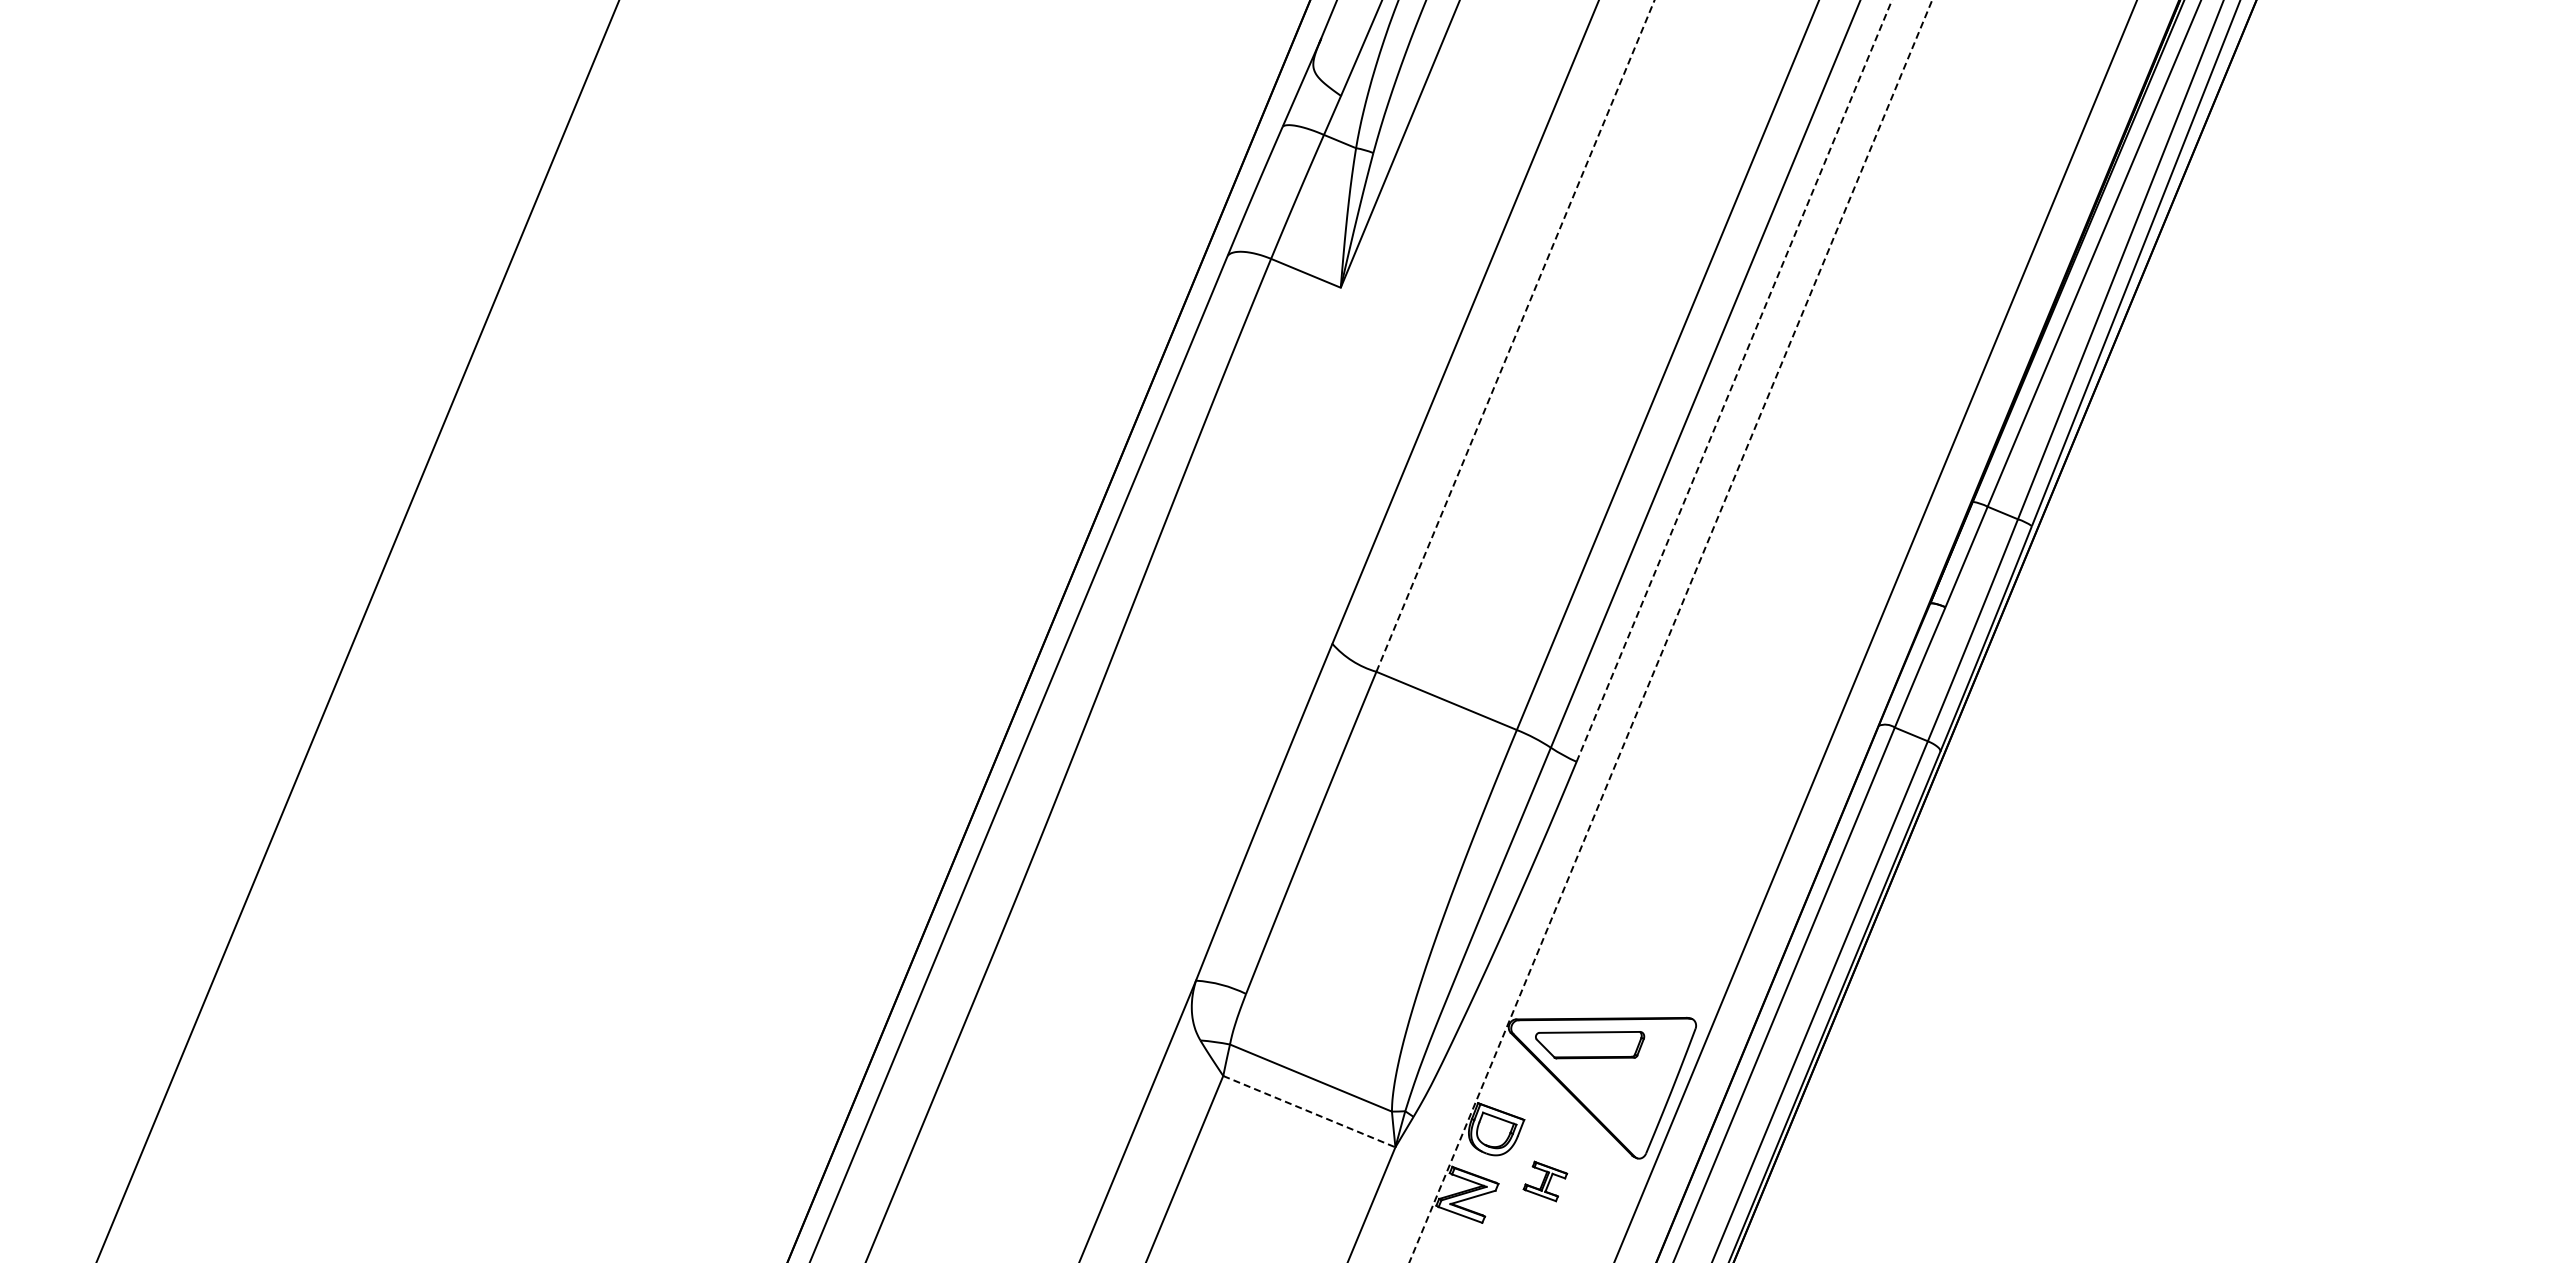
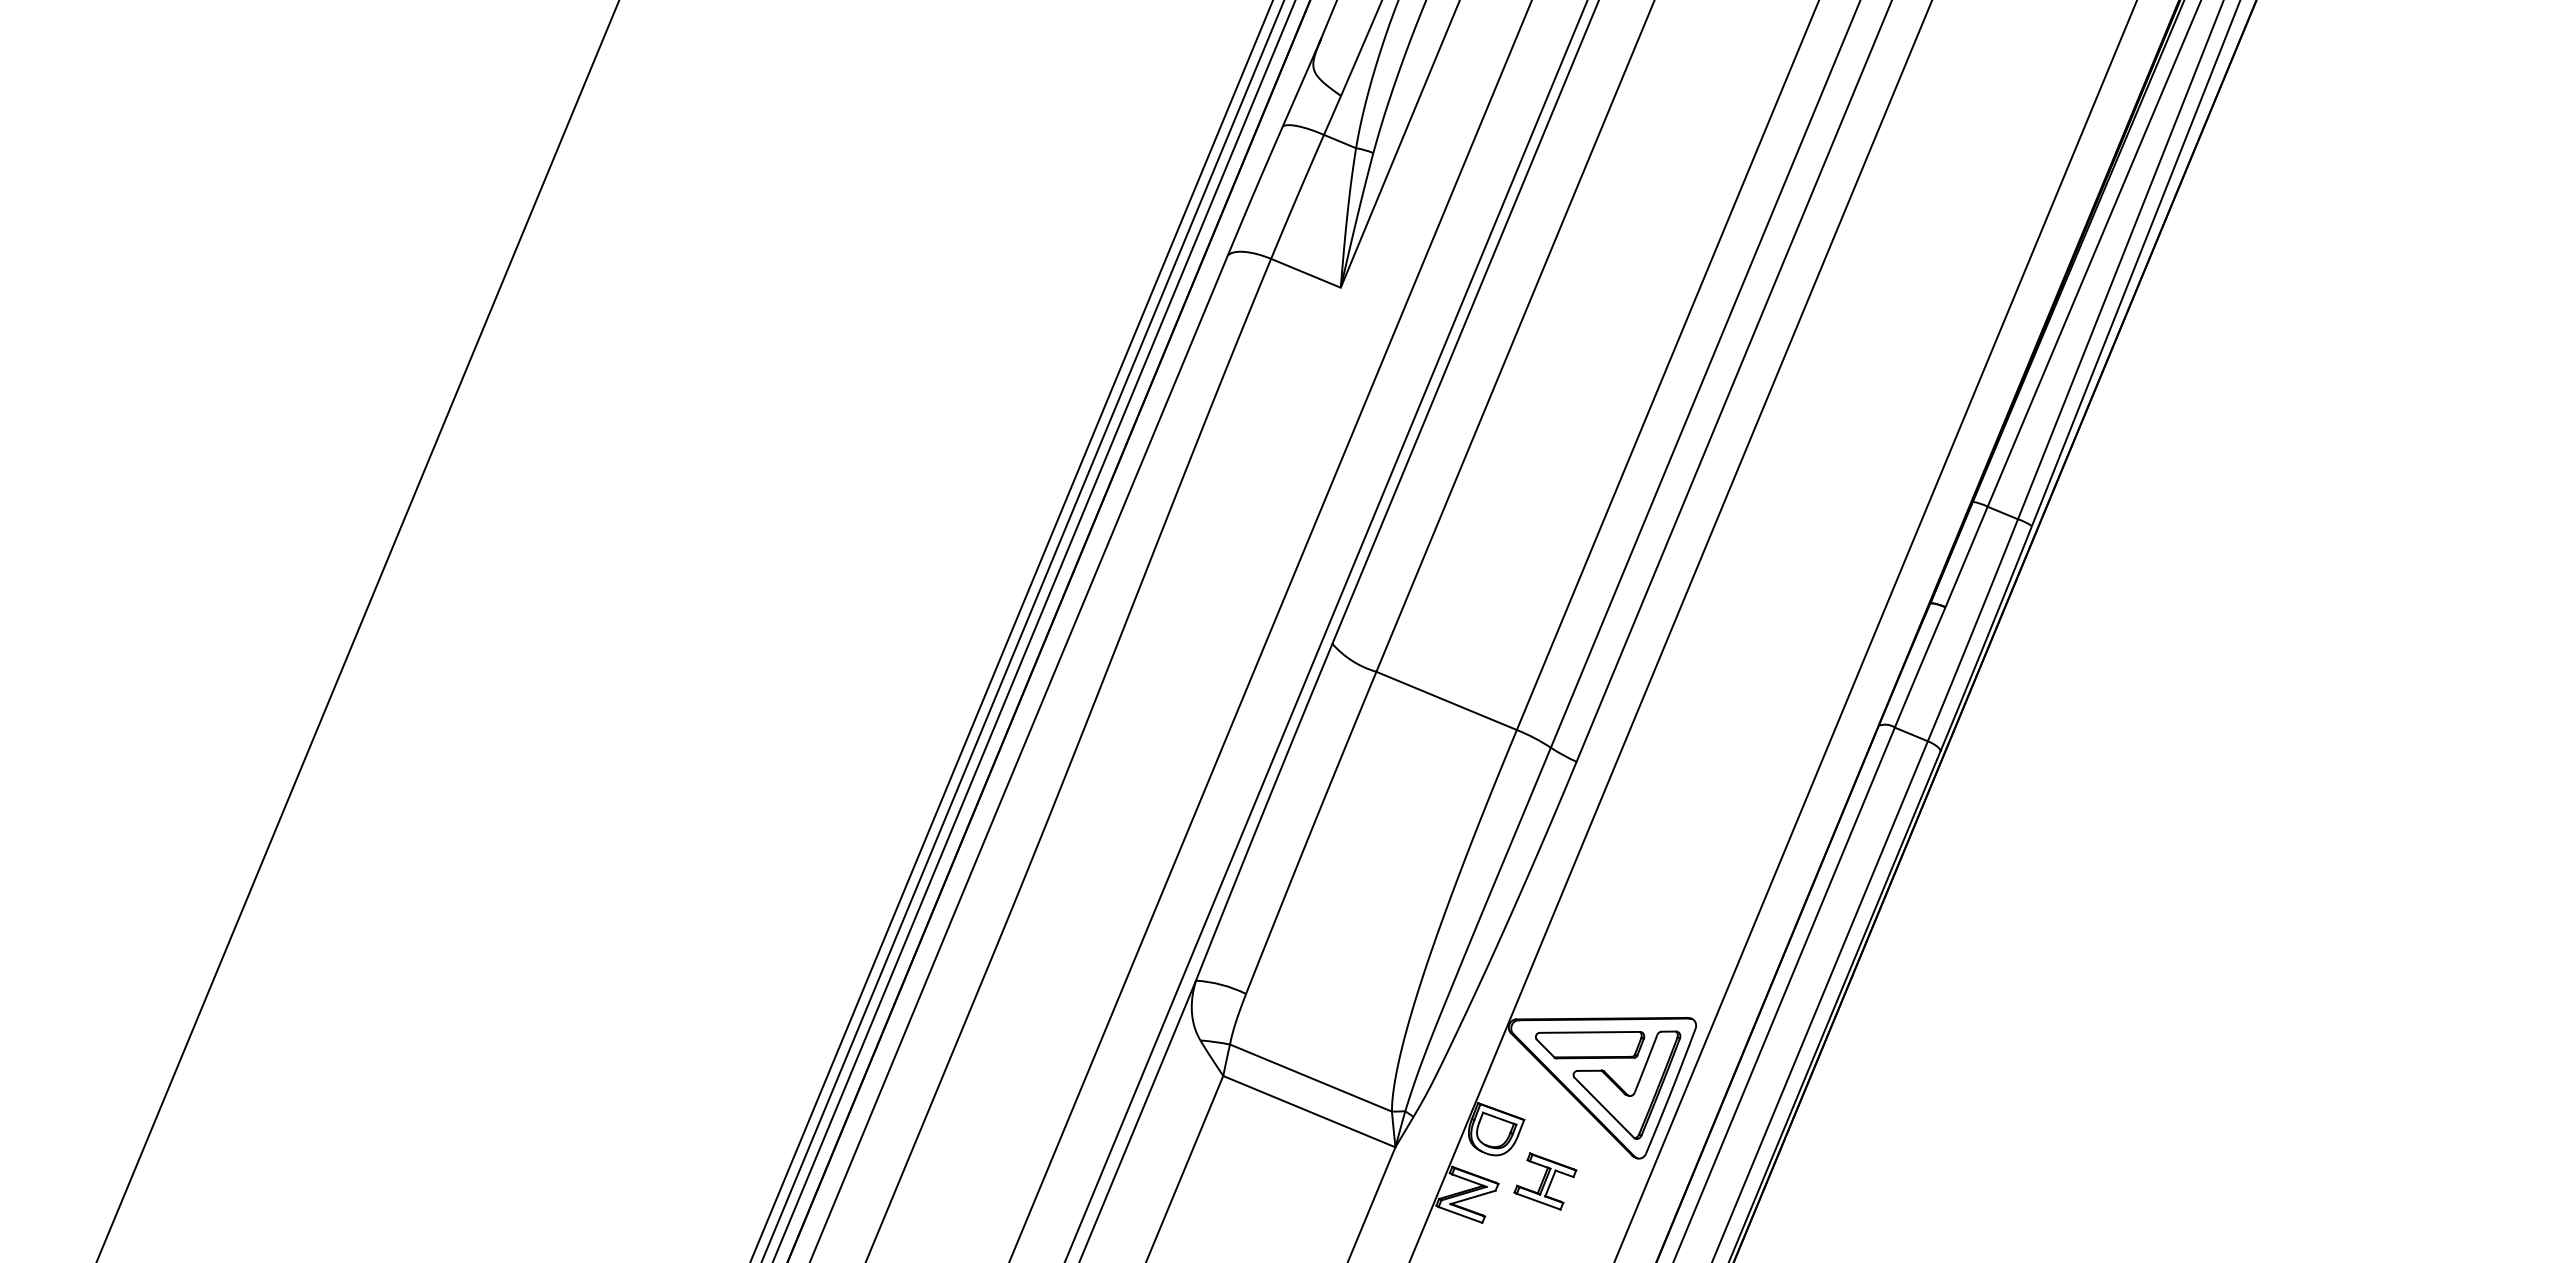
line at (1515, 335): dashed -> solid
line at (1734, 380): dashed -> solid
line at (1011, 630): none -> present
line at (1022, 630): none -> present
line at (1033, 630): none -> present
line at (1270, 630): none -> present
line at (1325, 630): none -> present
line at (1670, 631): dashed -> solid
part at (1626, 1084): none -> present
line at (1309, 1111): dashed -> solid
part at (1545, 1181) size: 47x43 px -> 65x59 px
